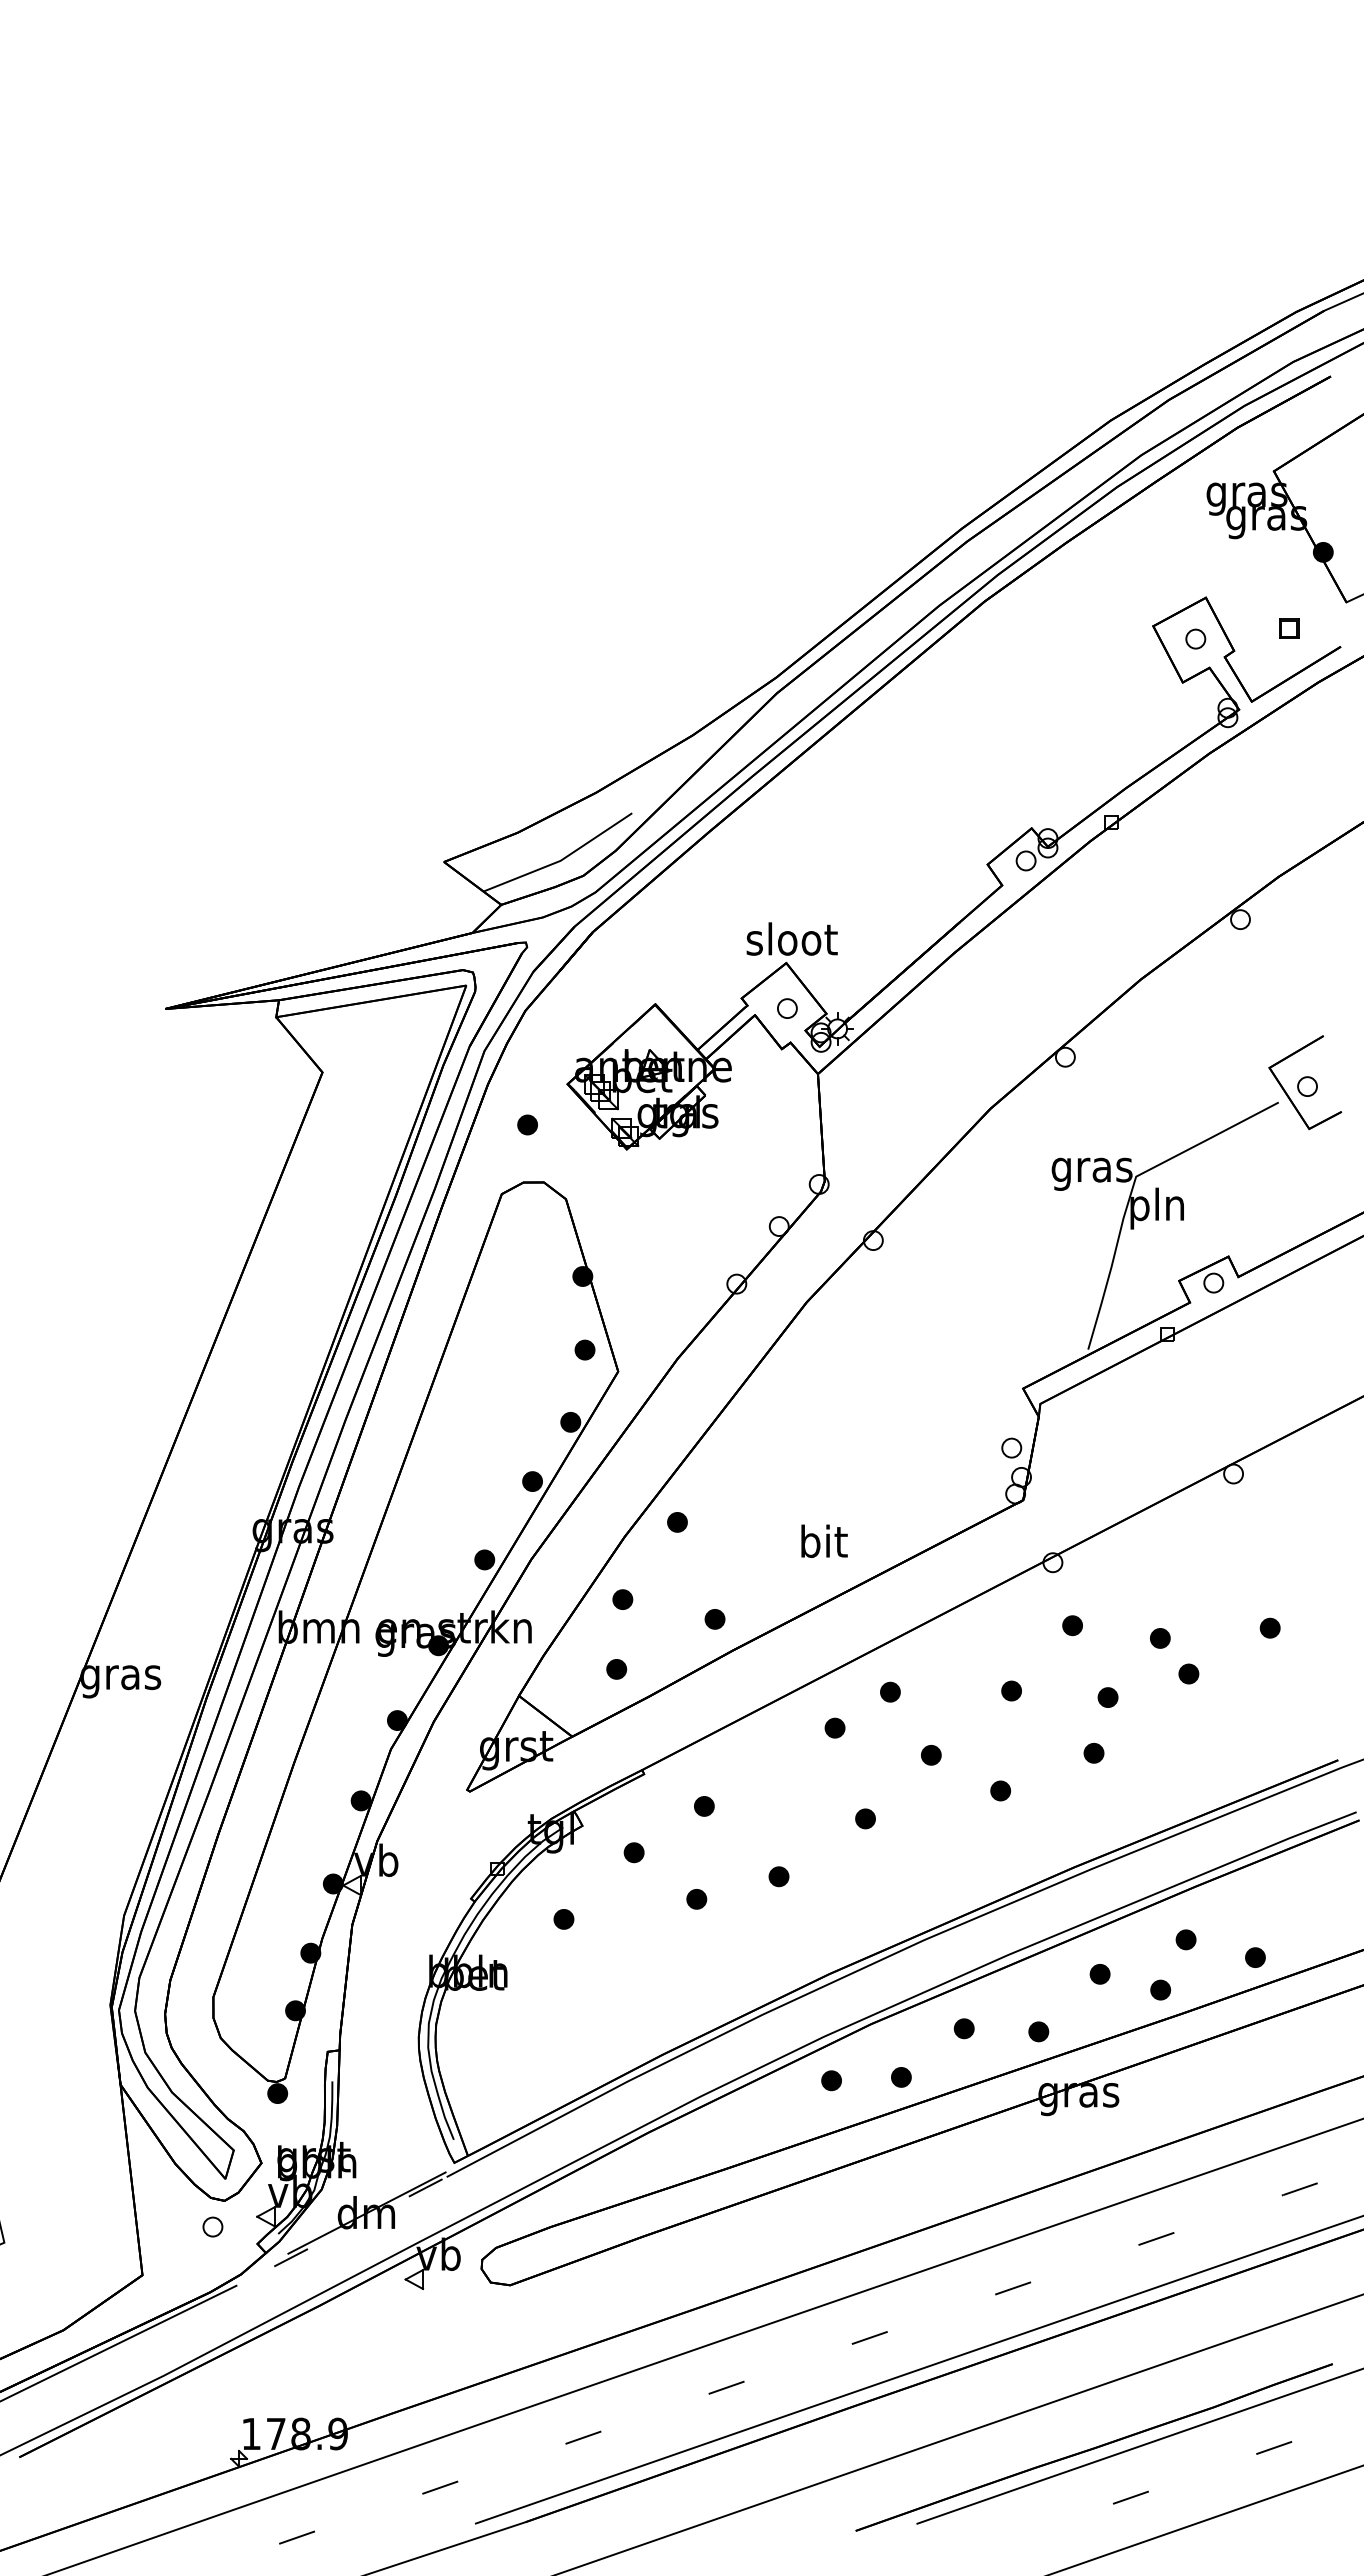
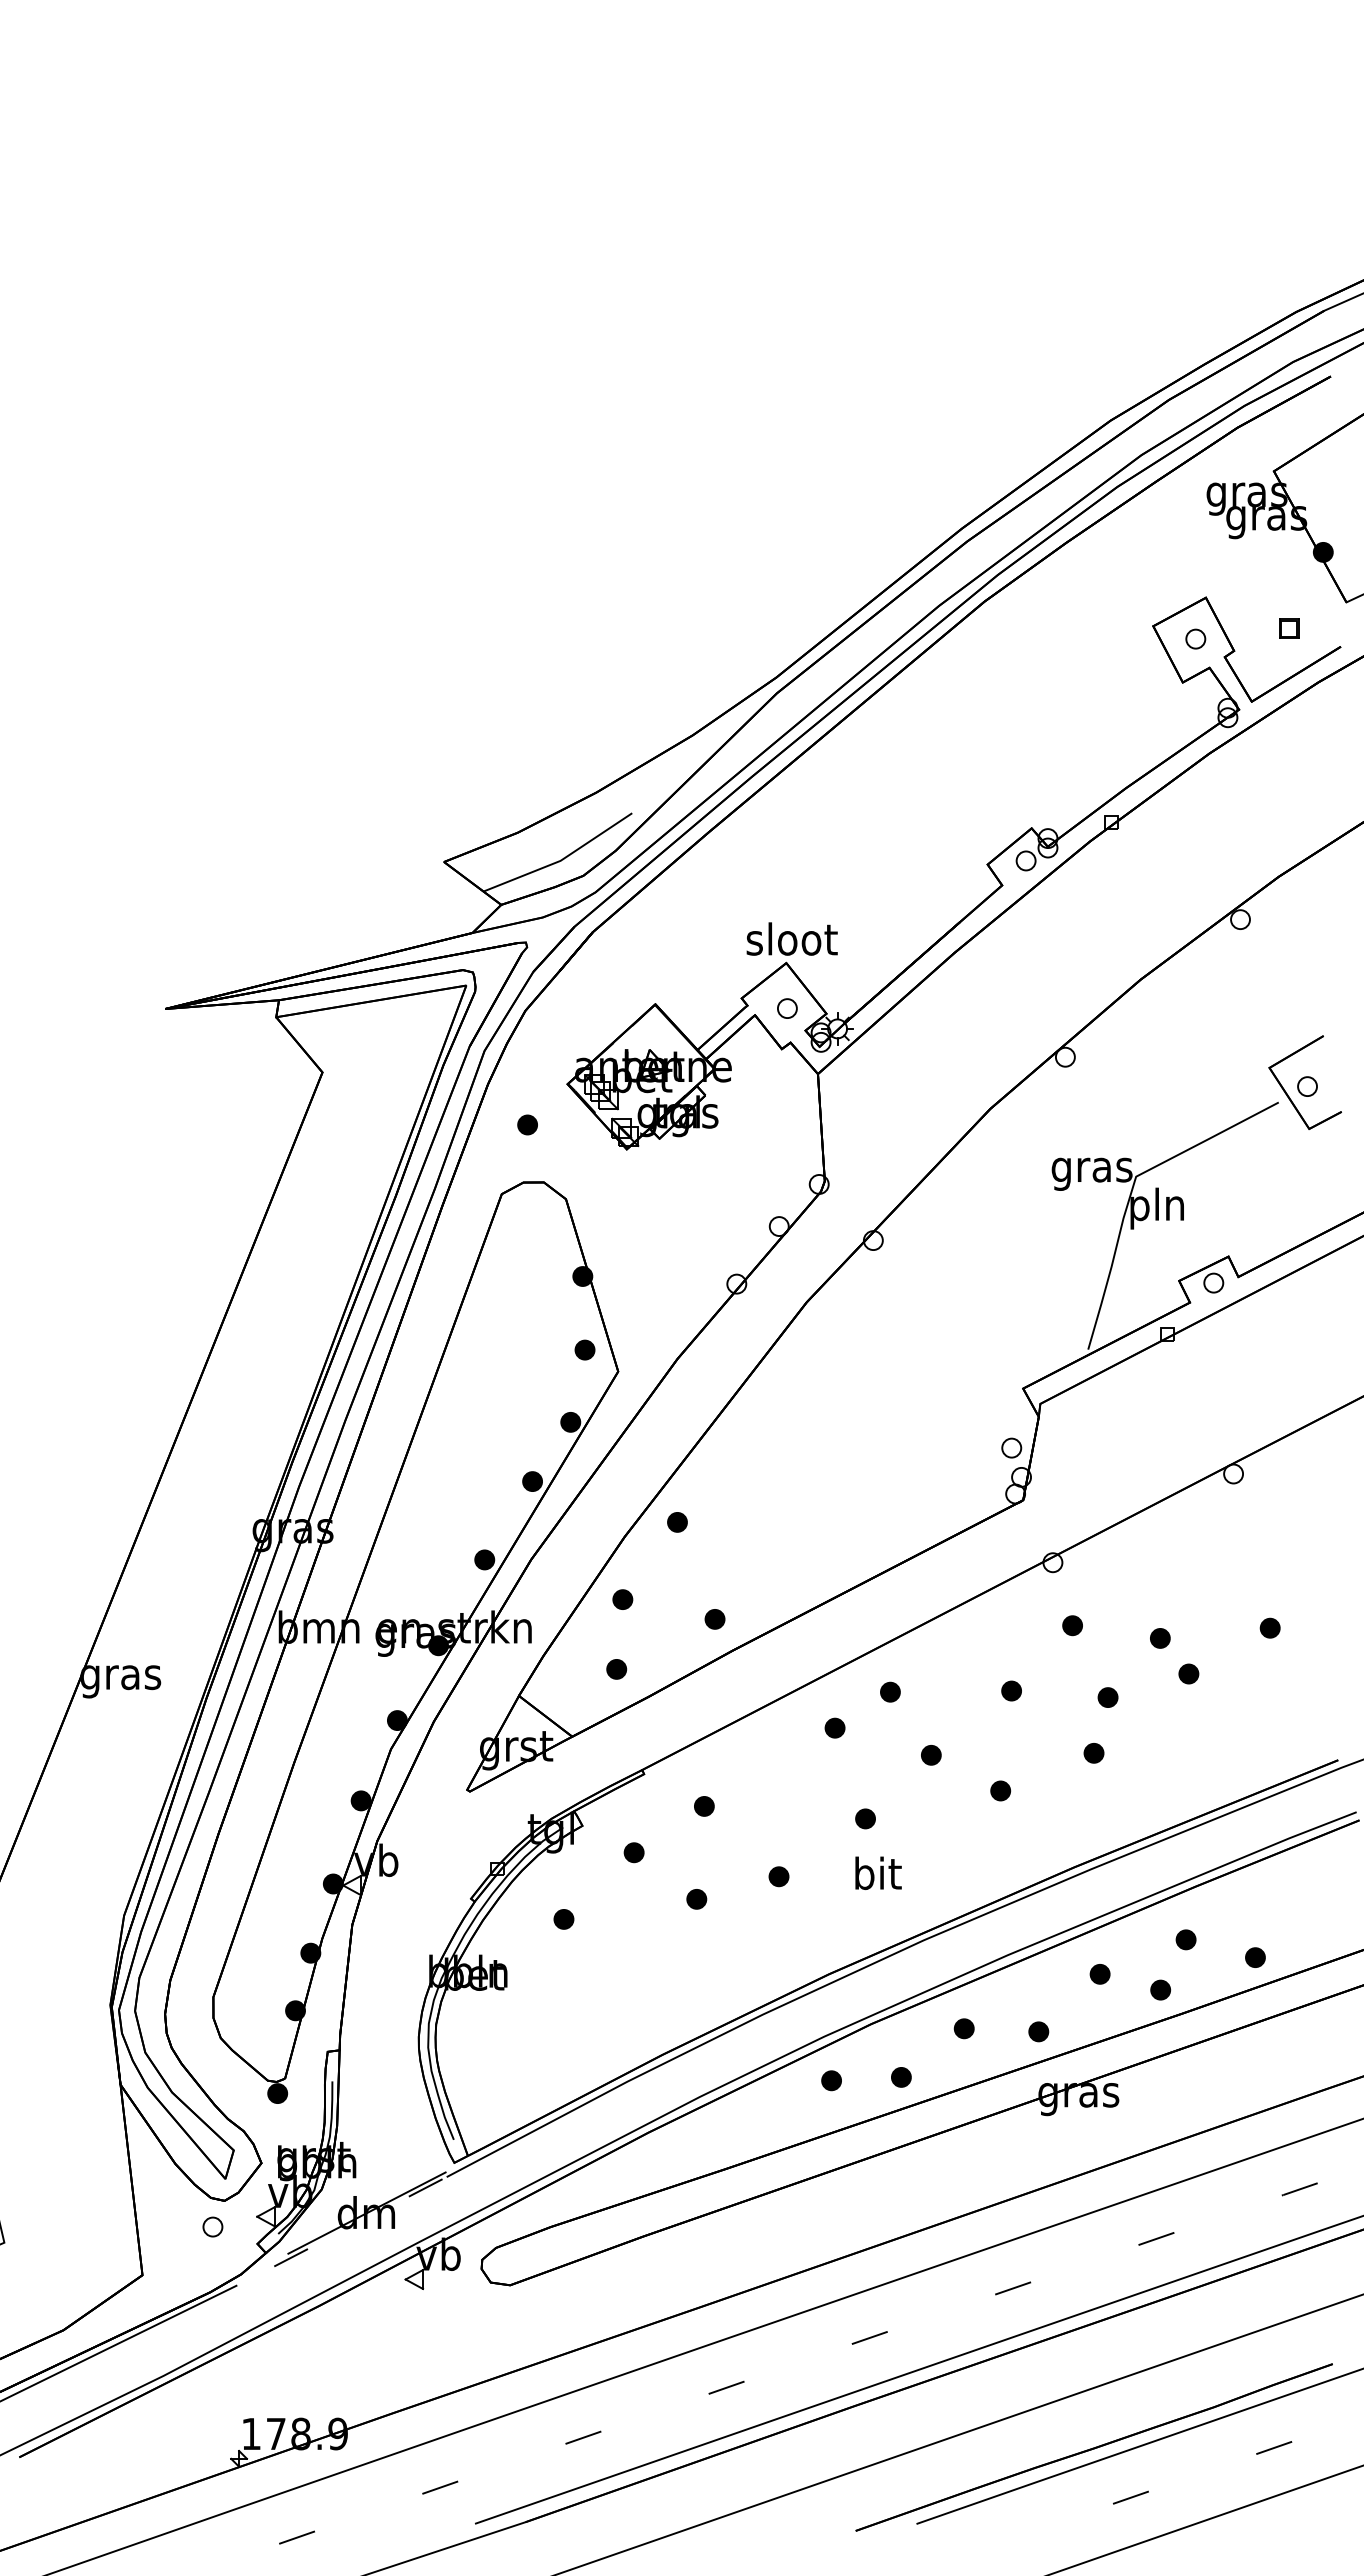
text at (824, 1540) position: (824, 1540) -> (878, 1872)
